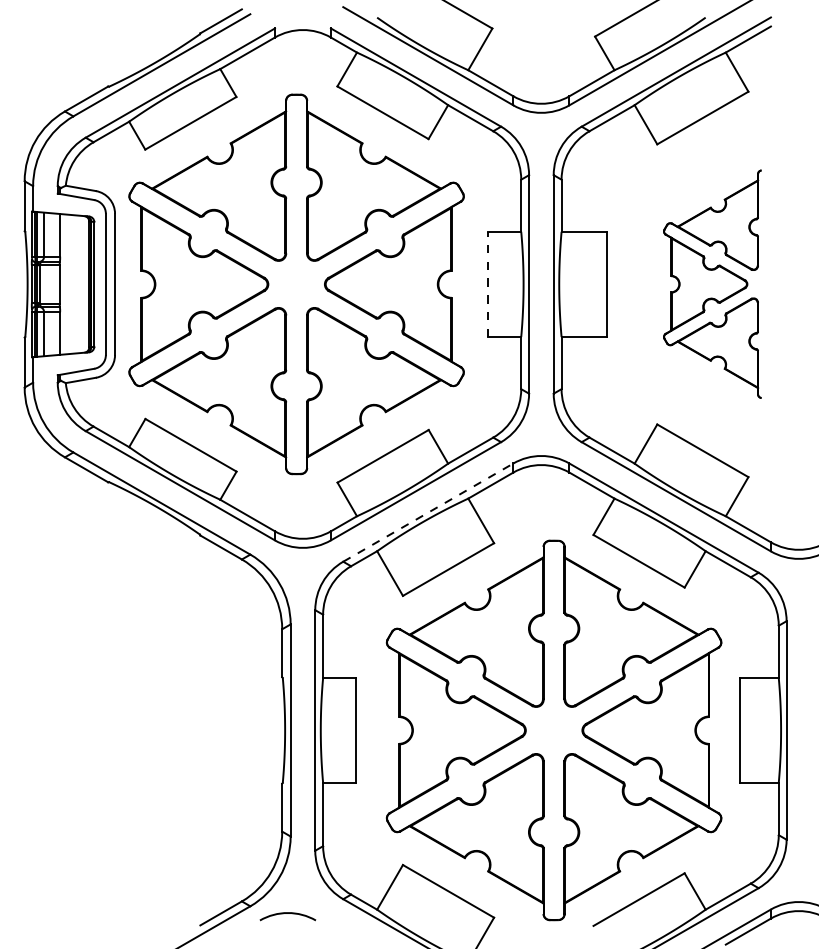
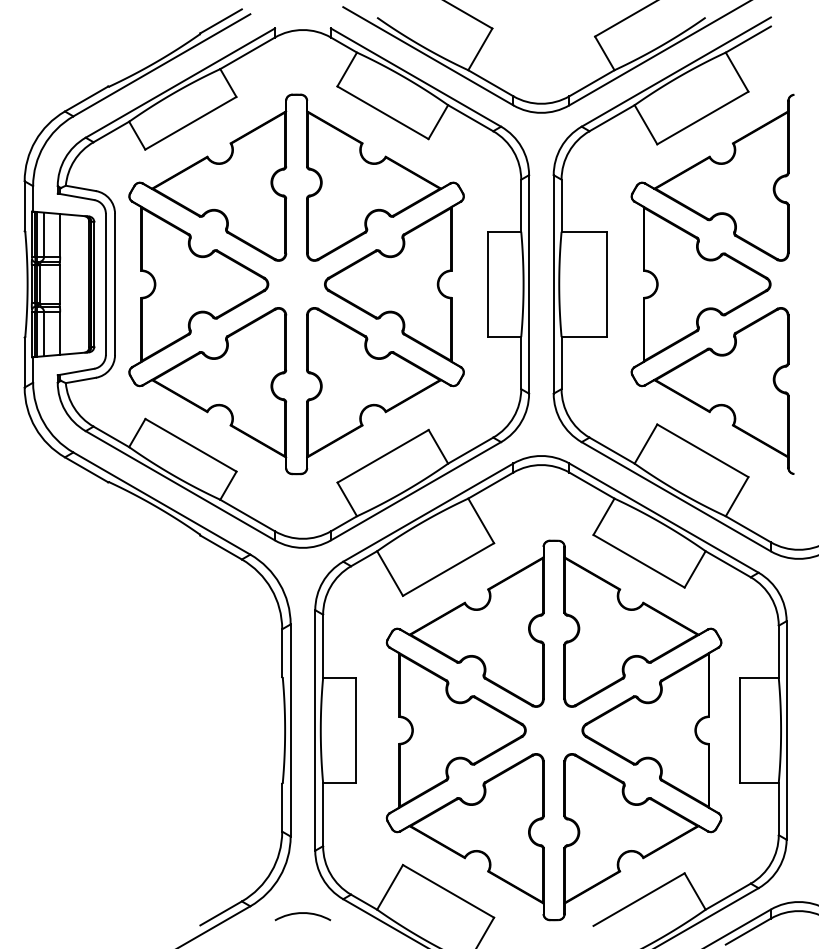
part at (712, 283) size: 99x230 px -> 165x382 px
line at (488, 284): dashed -> solid
line at (428, 512): dashed -> solid
arc at (287, 913) position: (287, 913) -> (302, 913)
